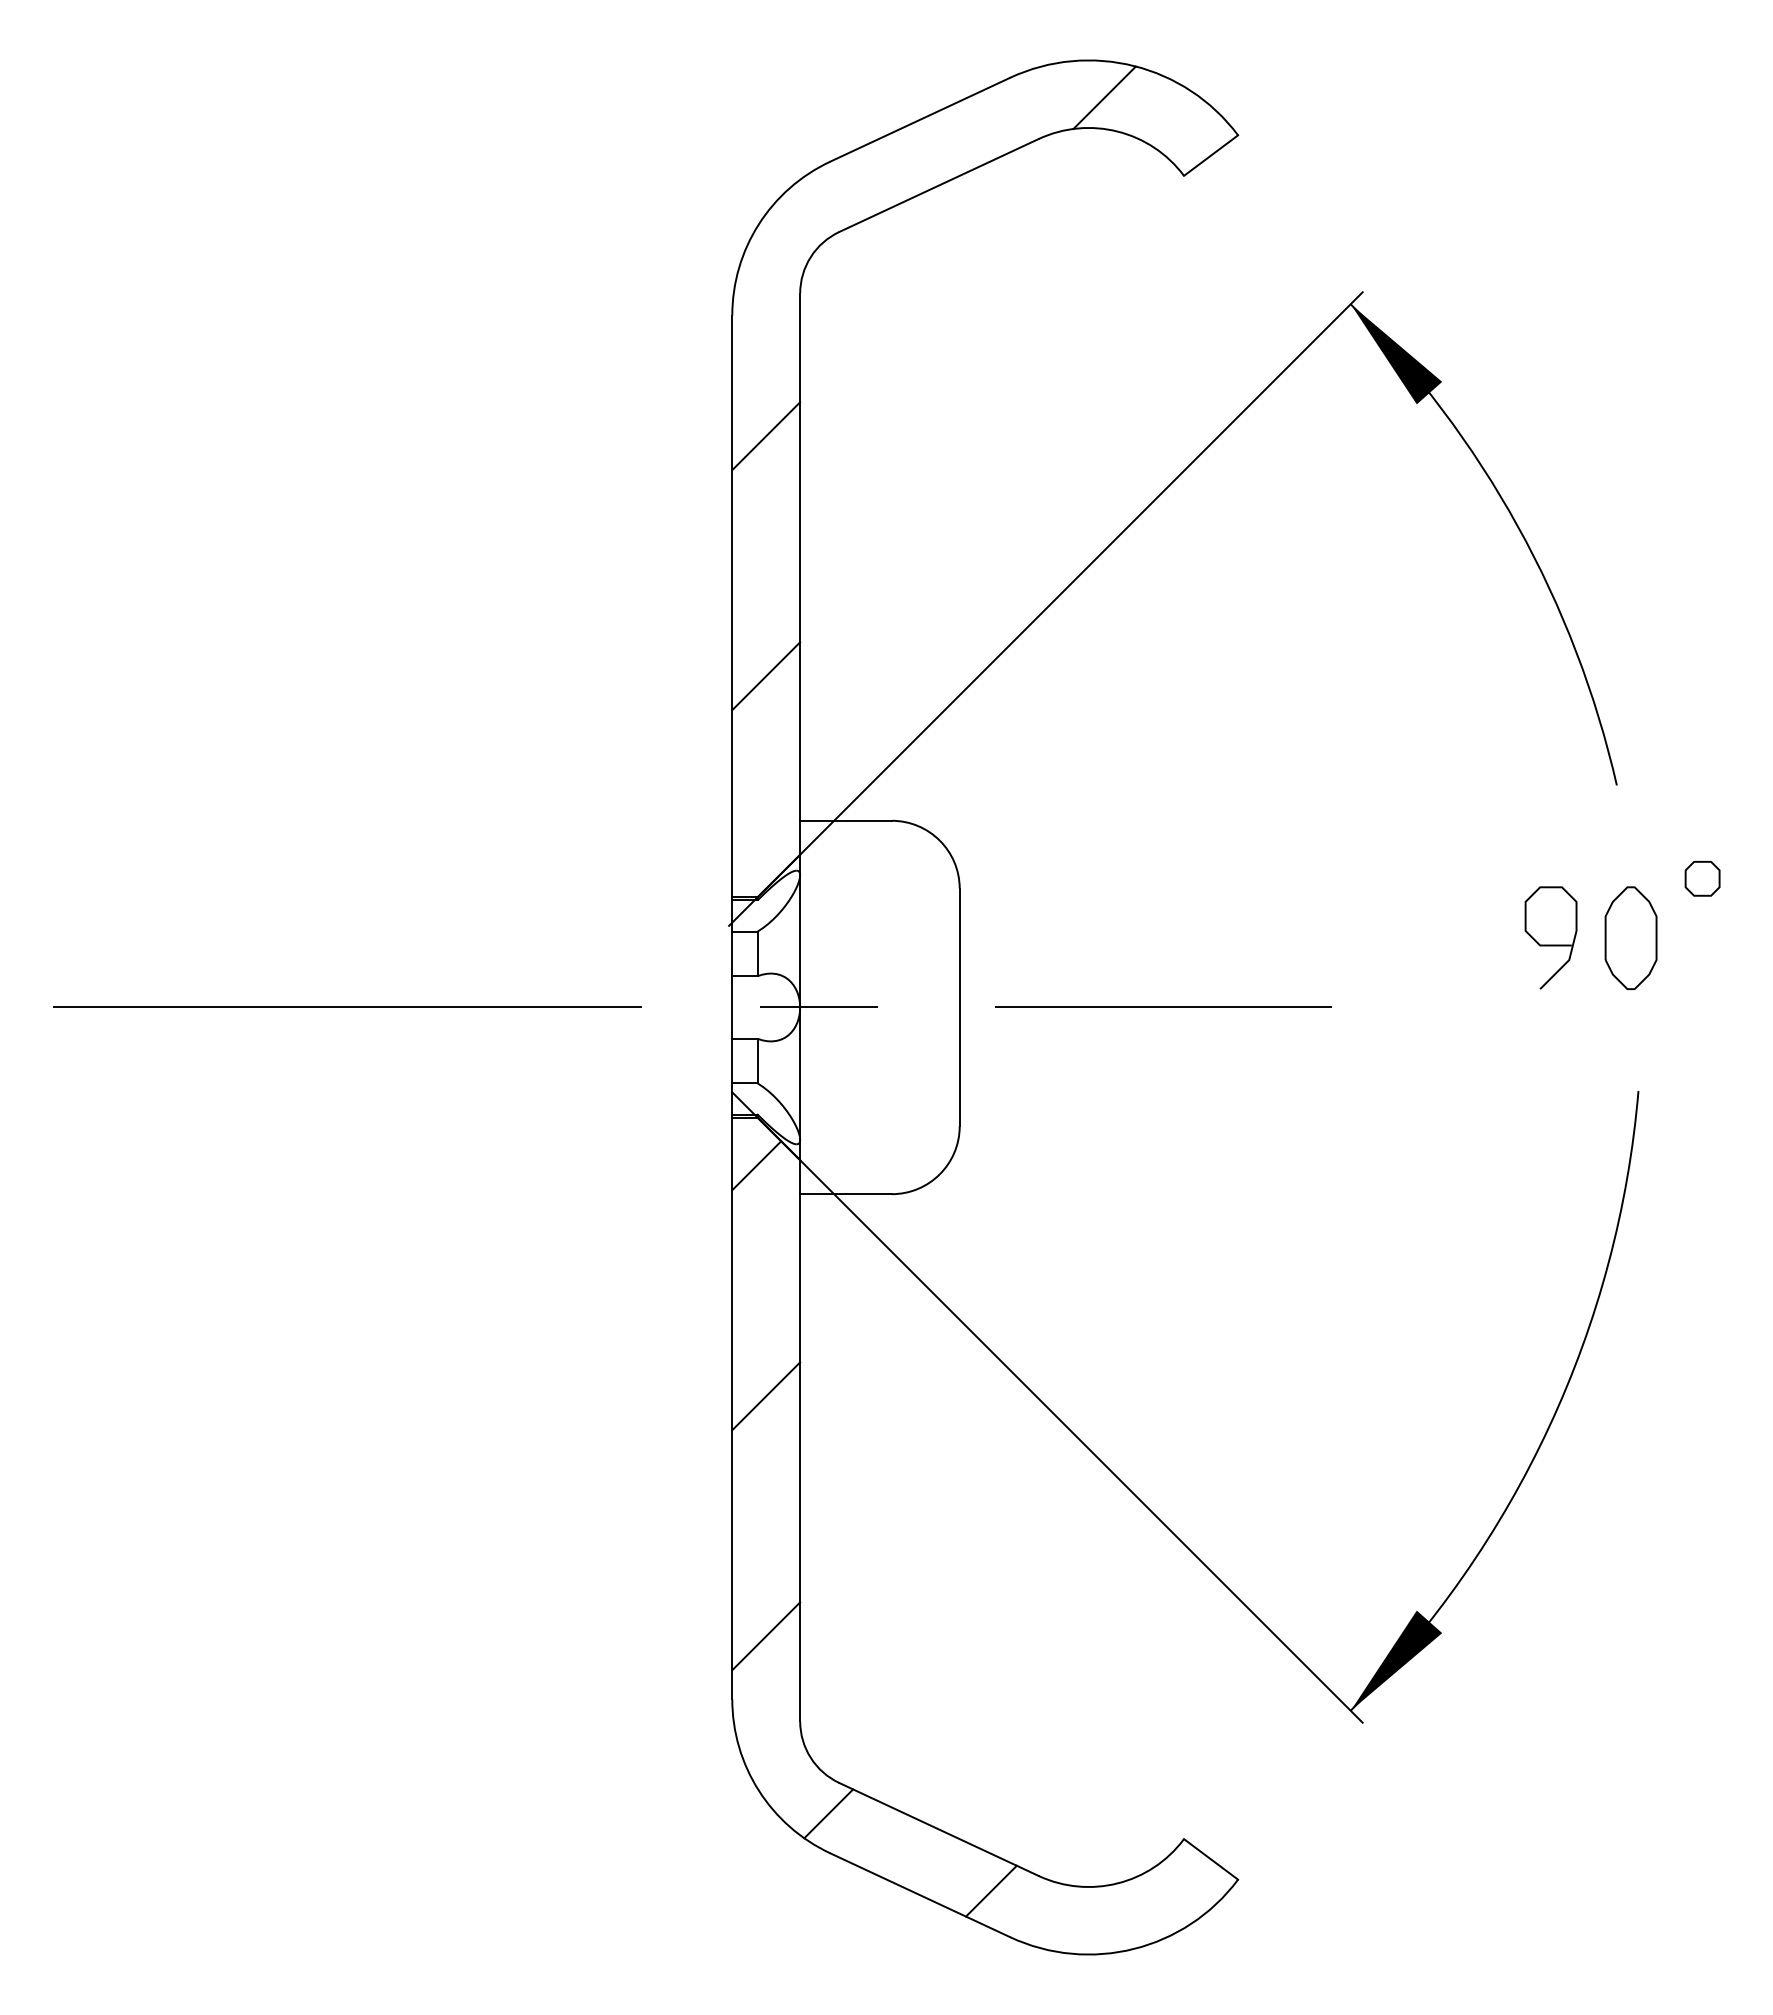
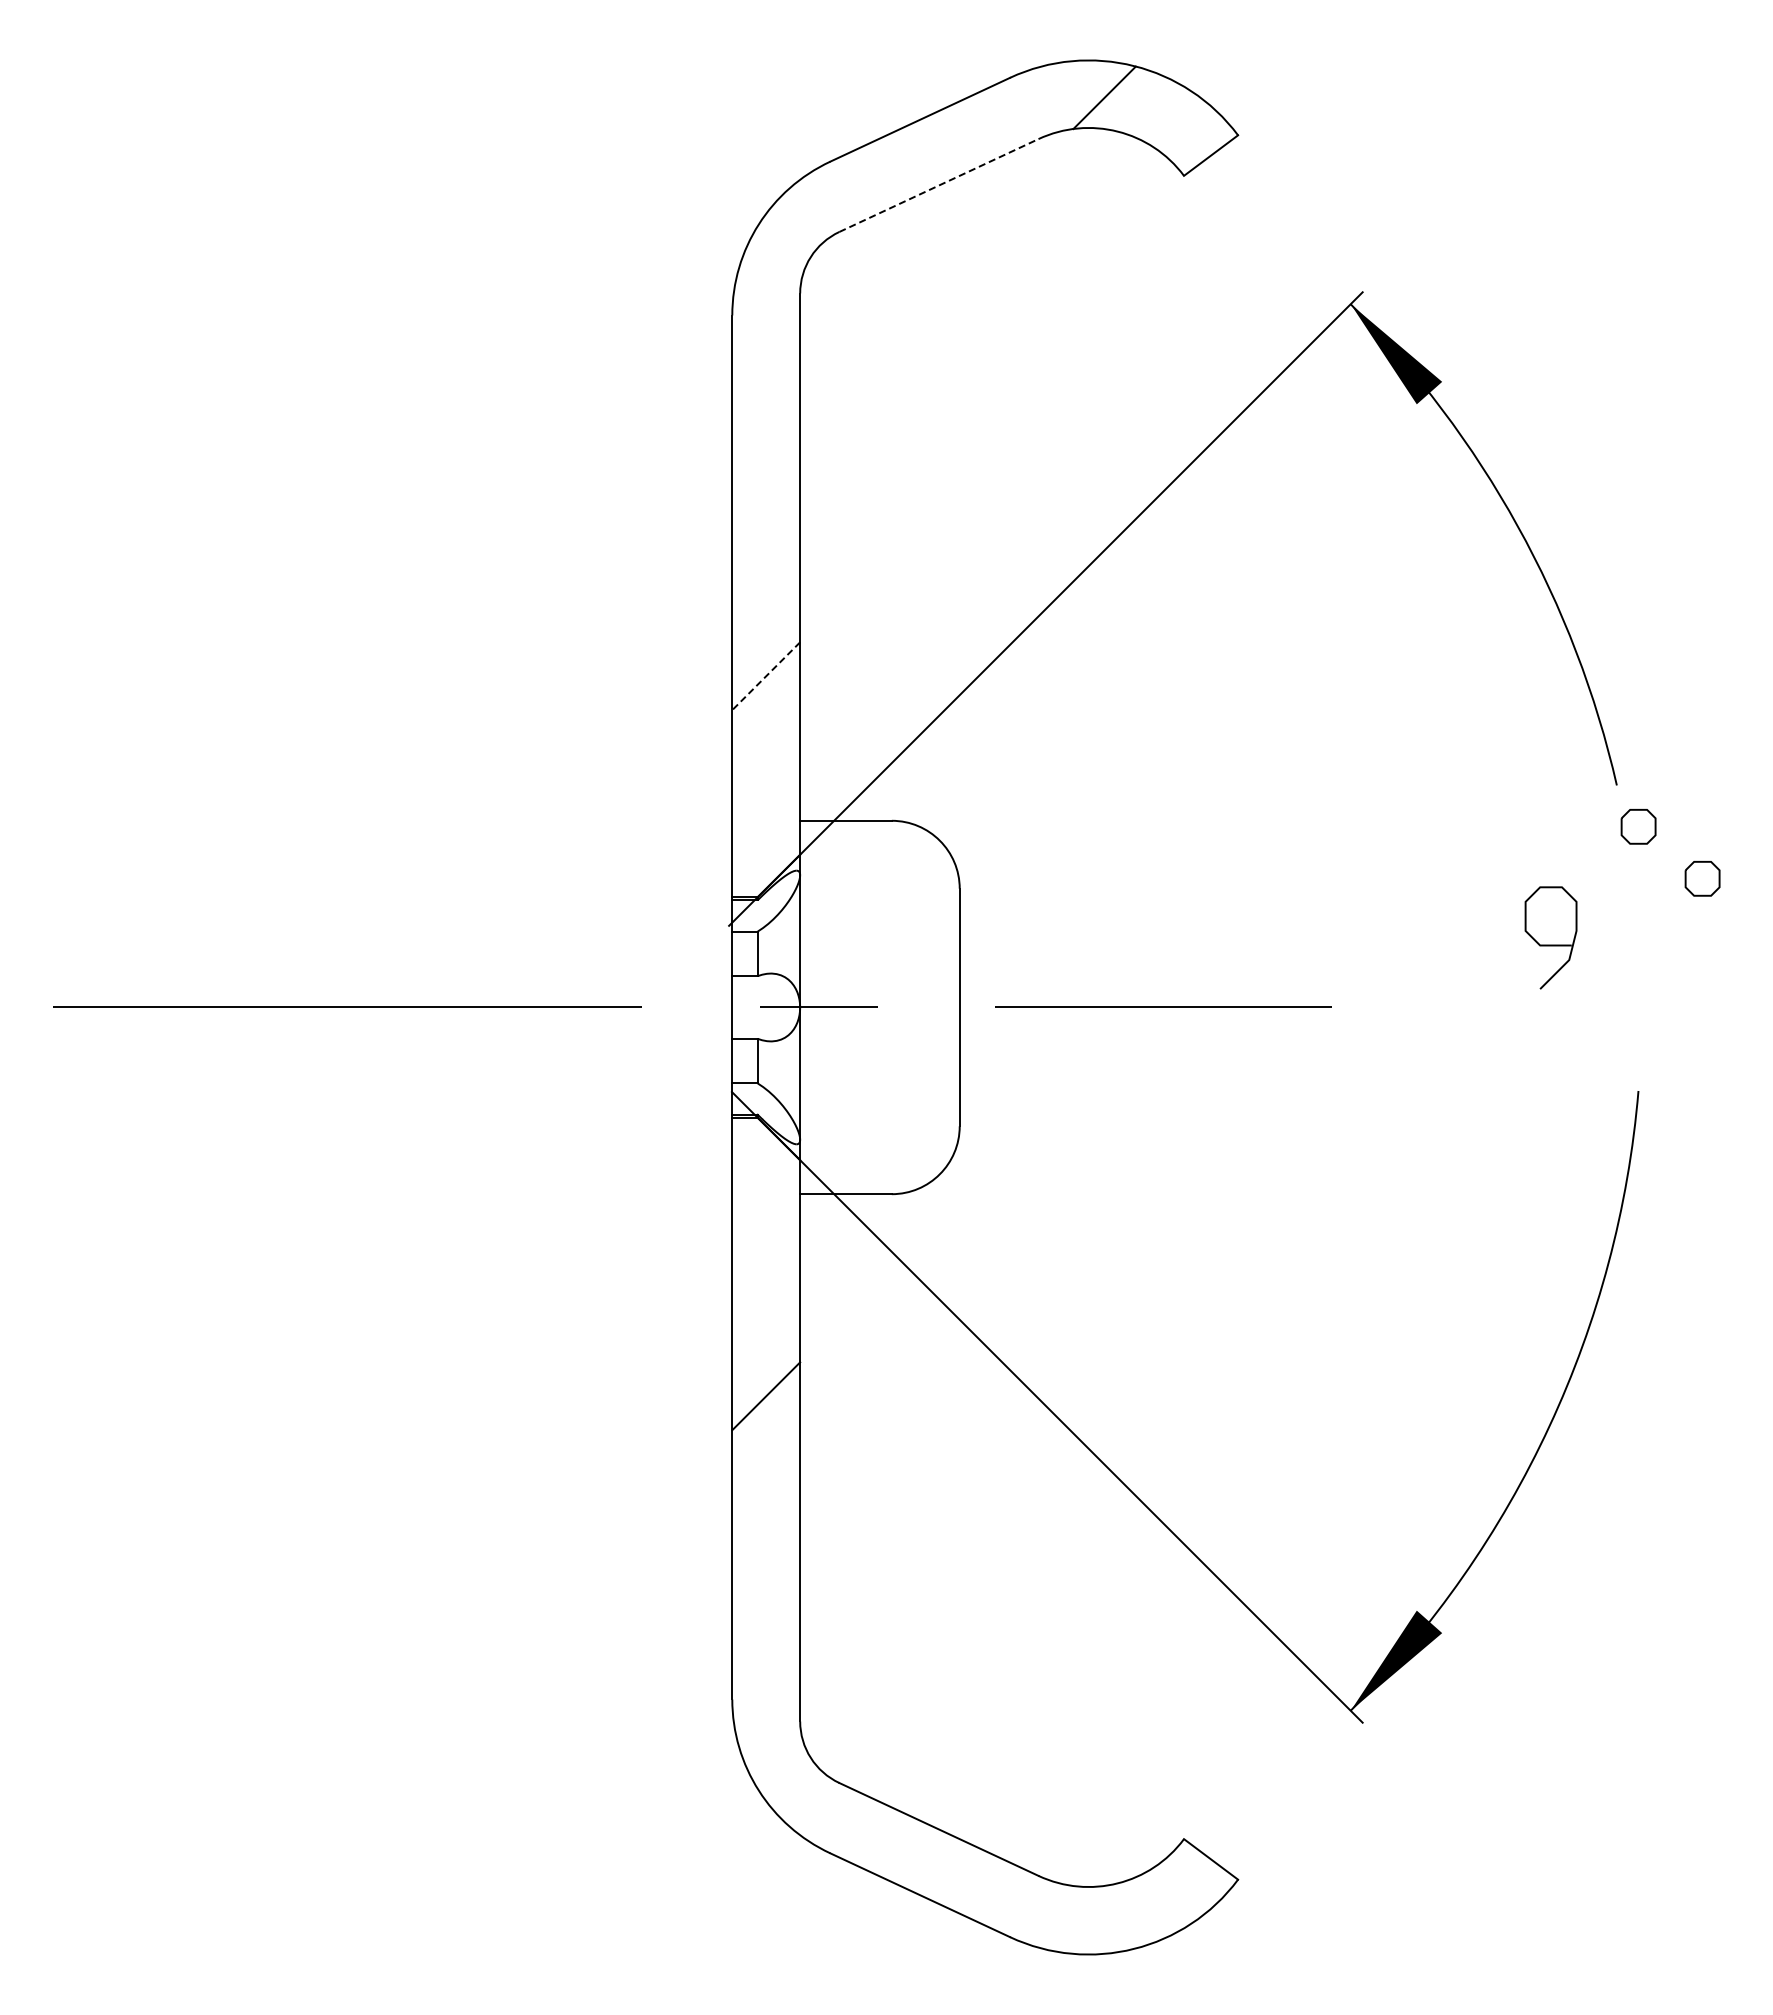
line at (938, 185): solid -> dashed
line at (766, 436): present -> none
line at (765, 676): solid -> dashed
part at (1638, 826): none -> present
part at (1630, 937): present -> none
line at (756, 1165): present -> none
line at (766, 1636): present -> none
line at (828, 1813): present -> none
line at (991, 1890): present -> none
